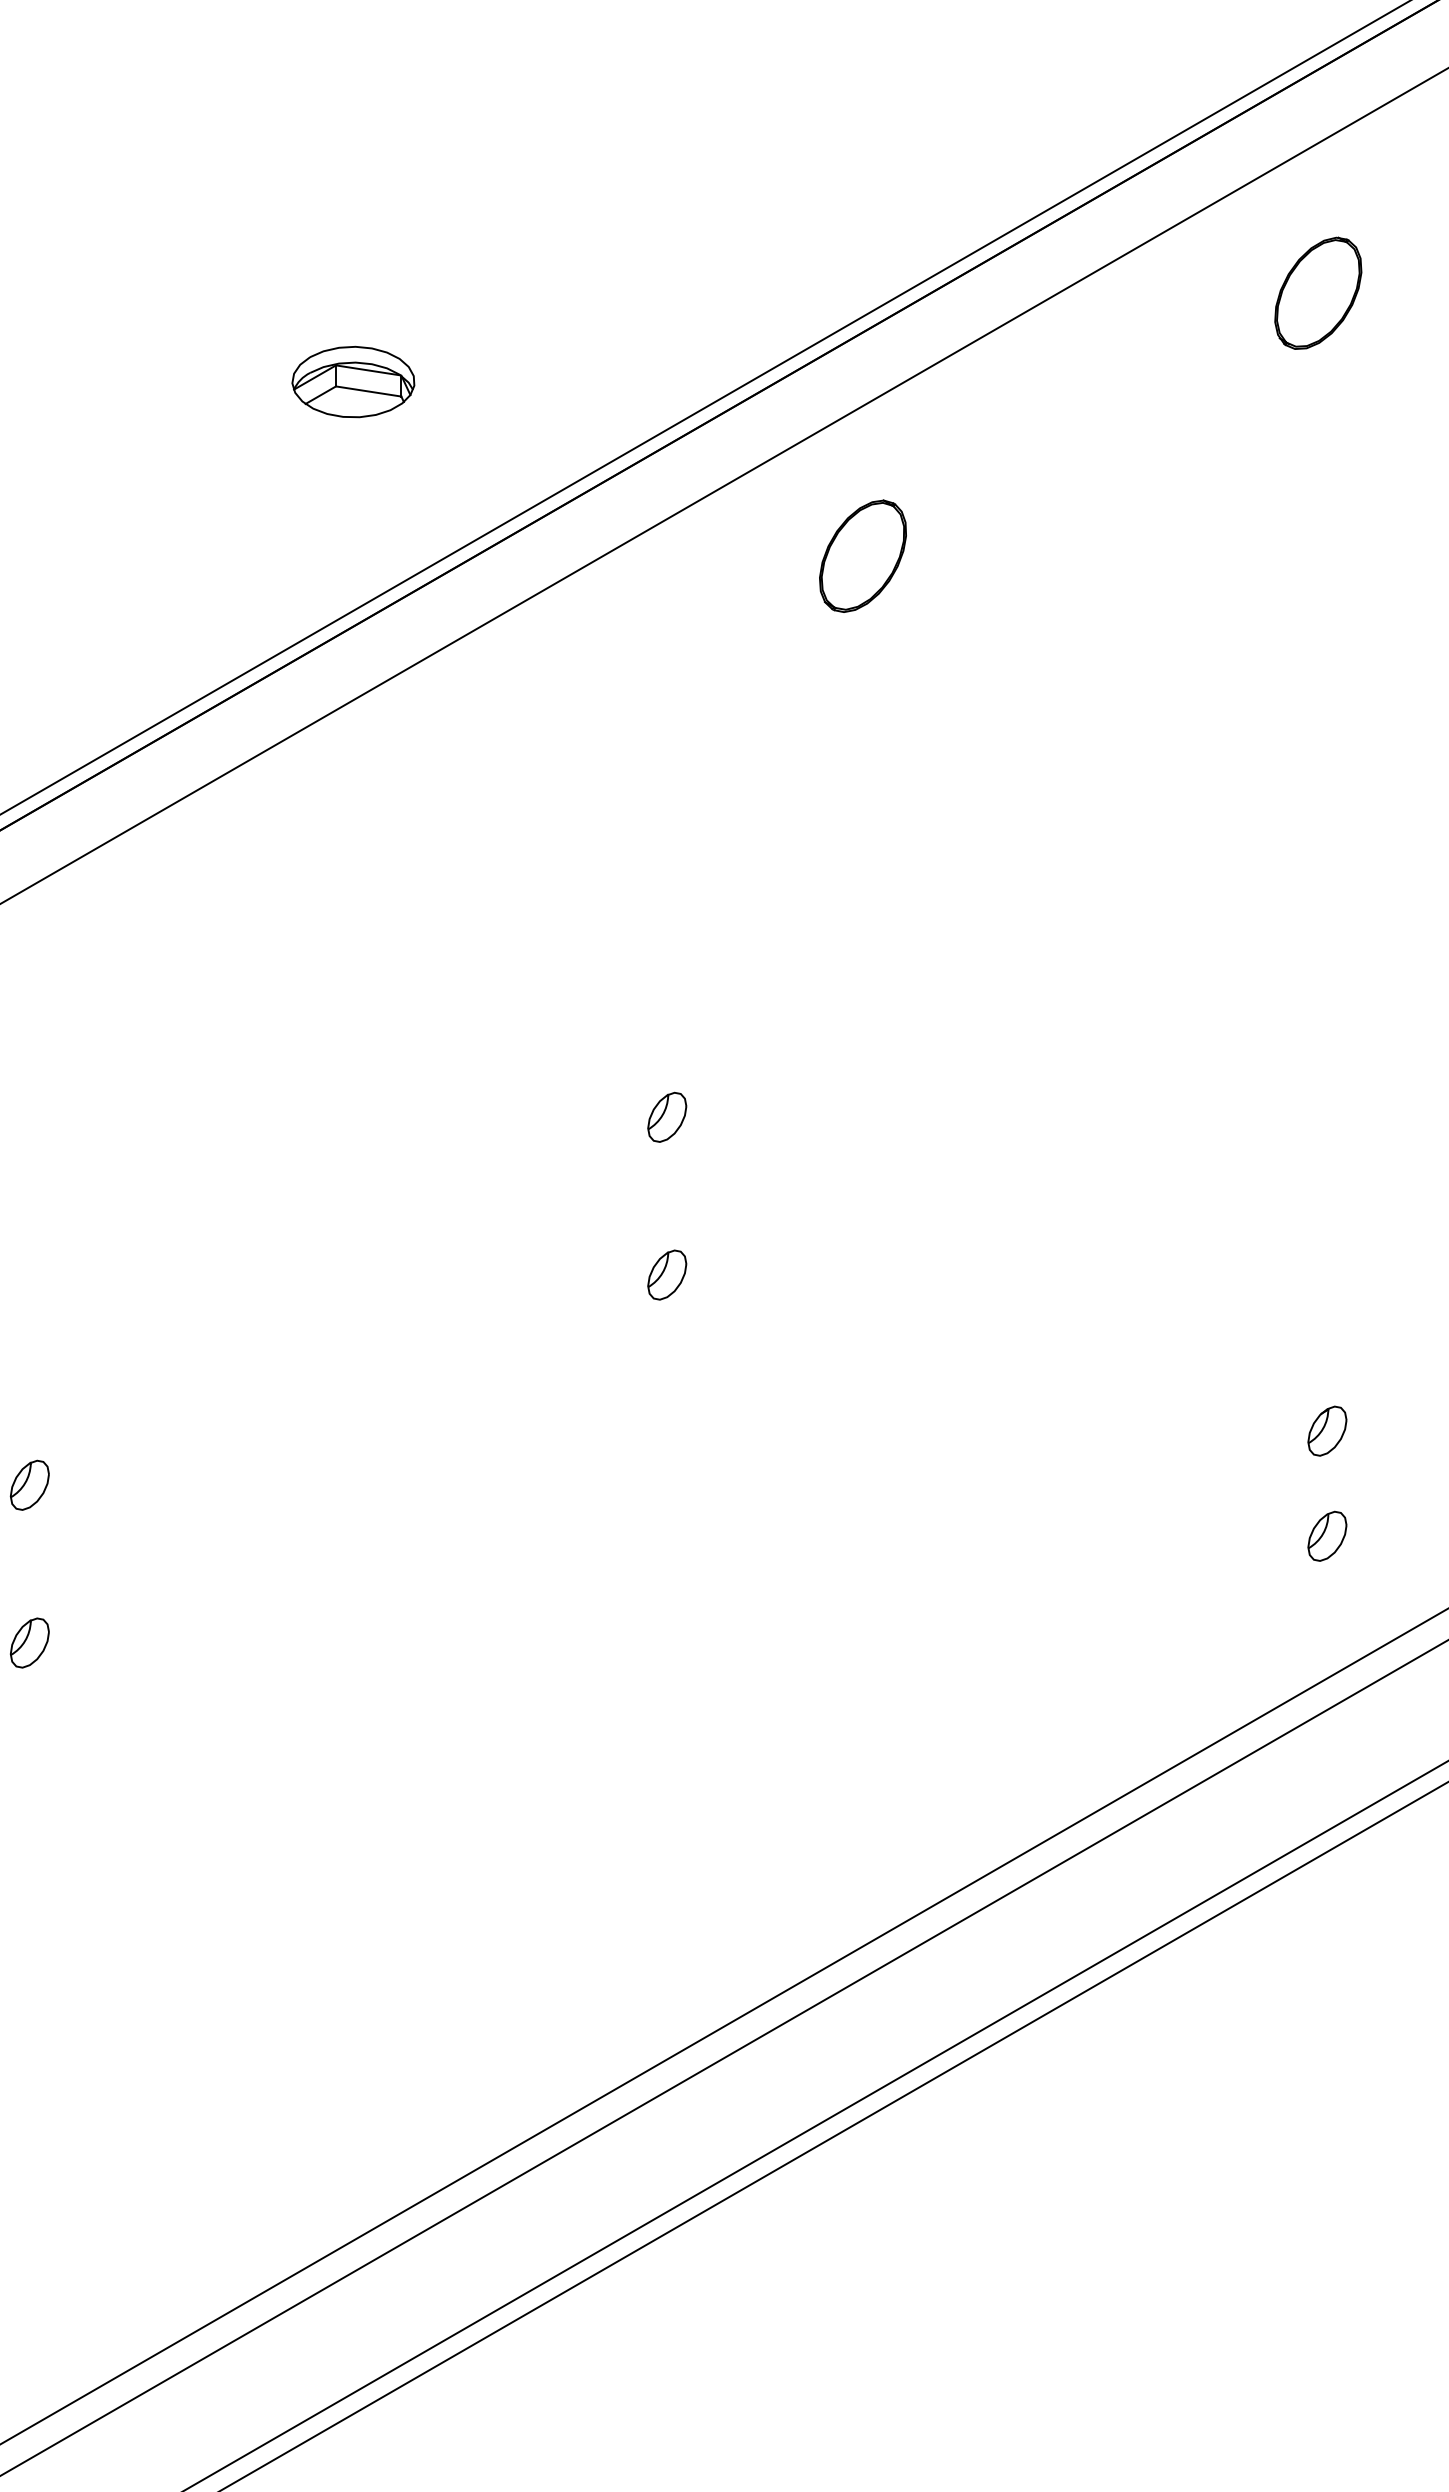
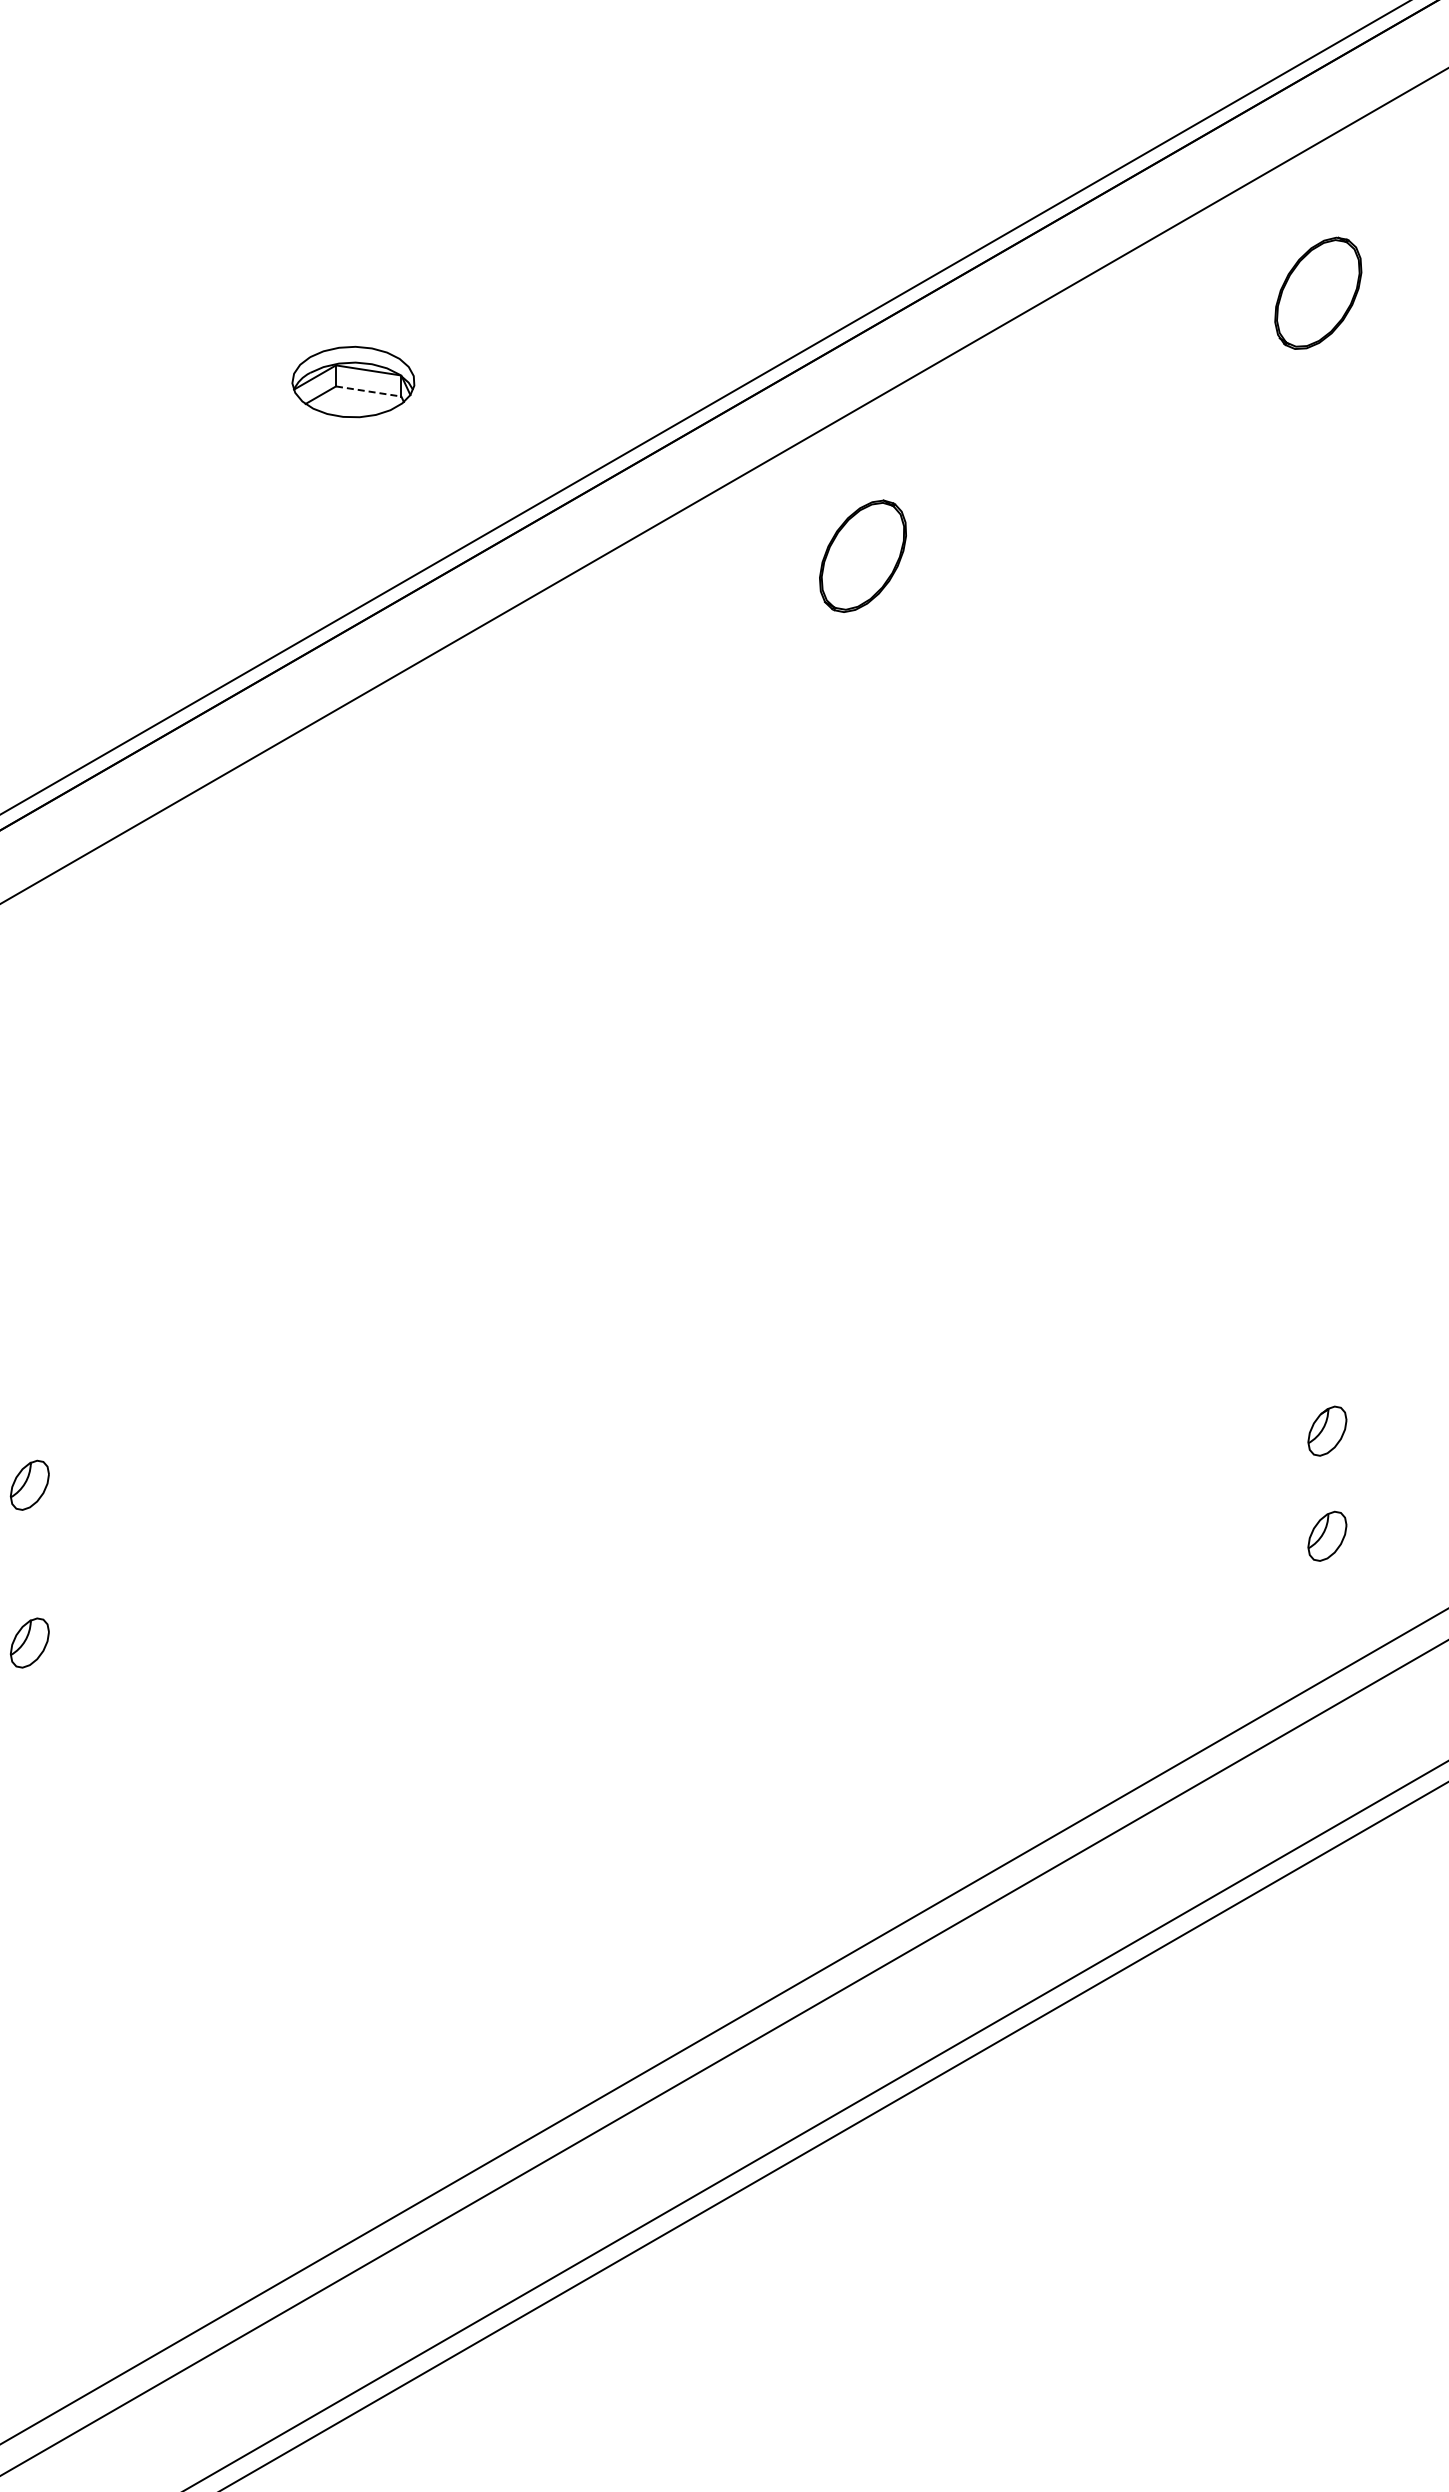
line at (369, 391): solid -> dashed
part at (667, 1116): present -> none
part at (667, 1274): present -> none
